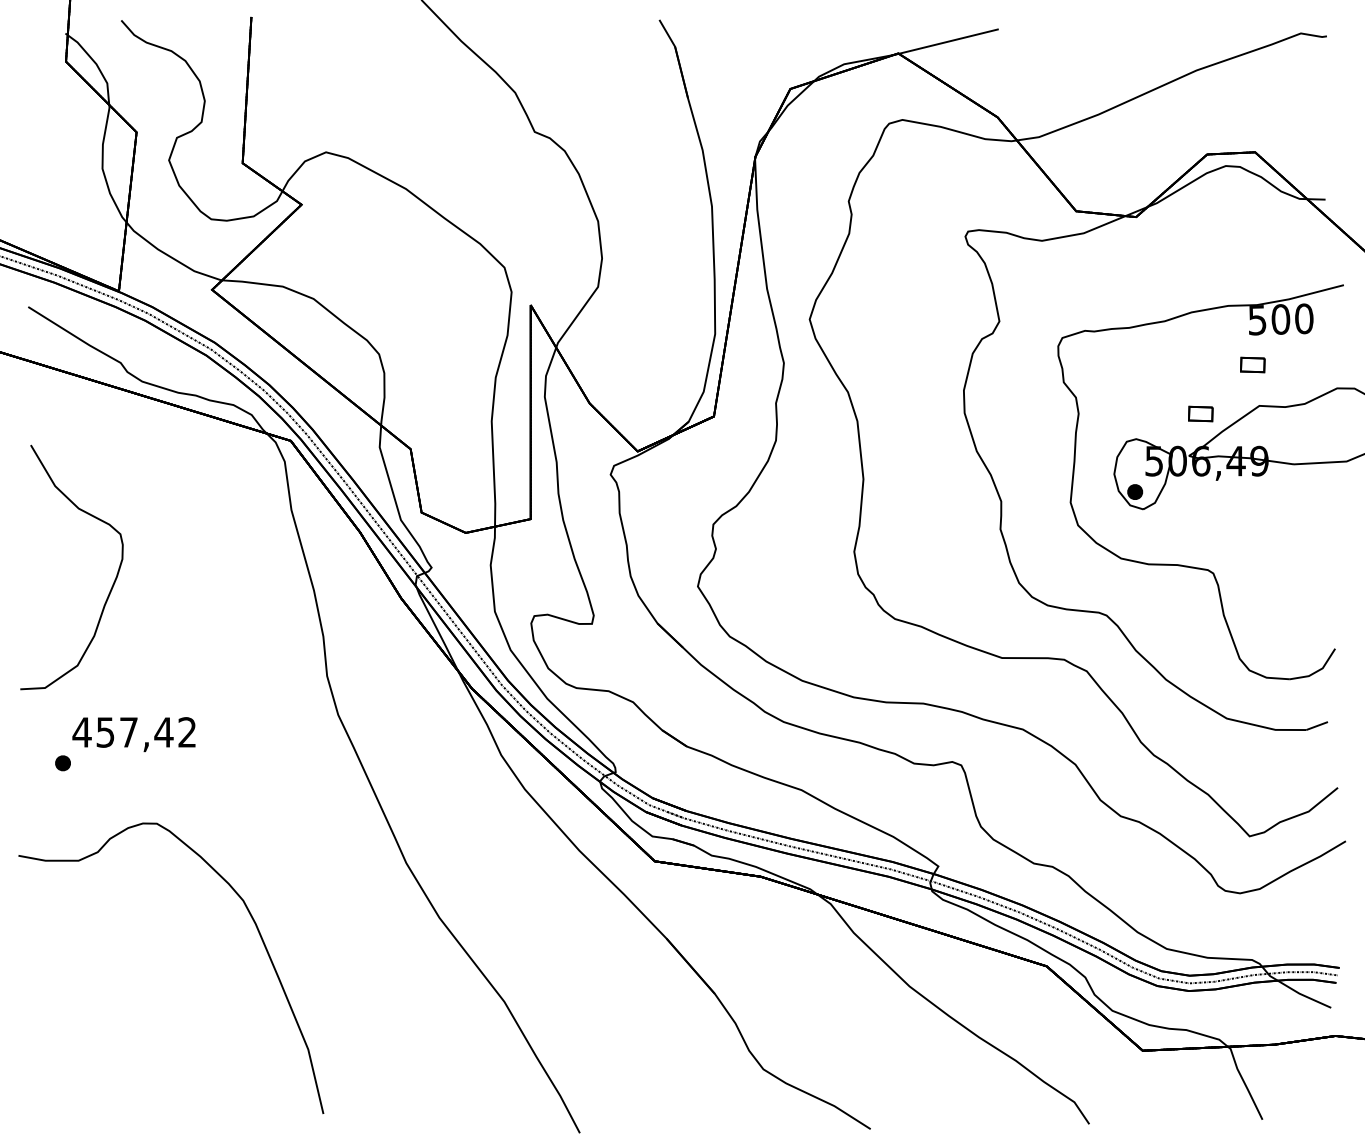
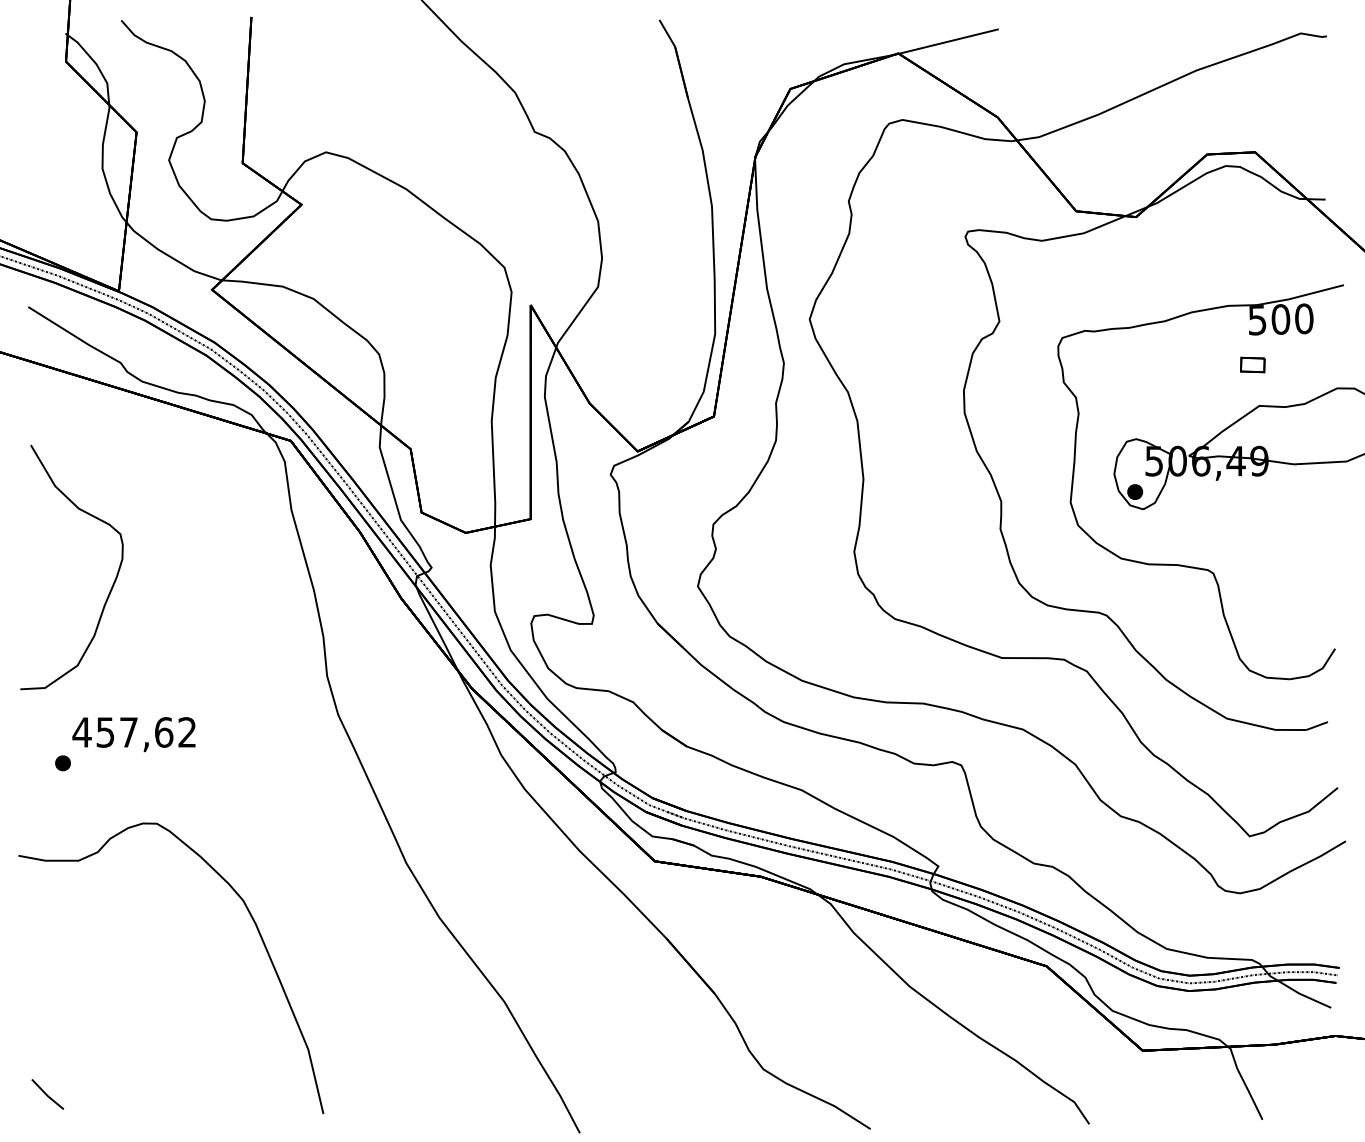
part at (1200, 413): present -> none
text at (163, 732): 457,42 -> 457,62
part at (47, 1094): none -> present
